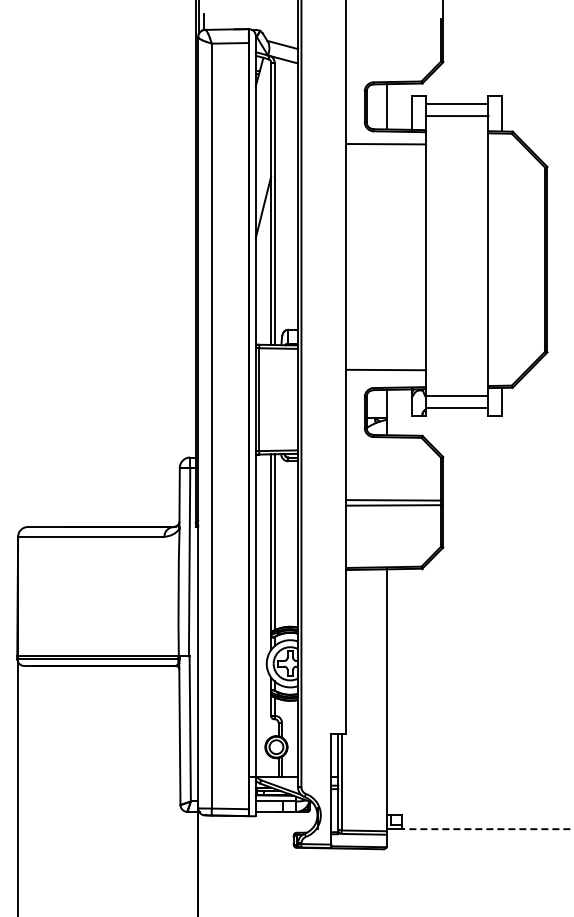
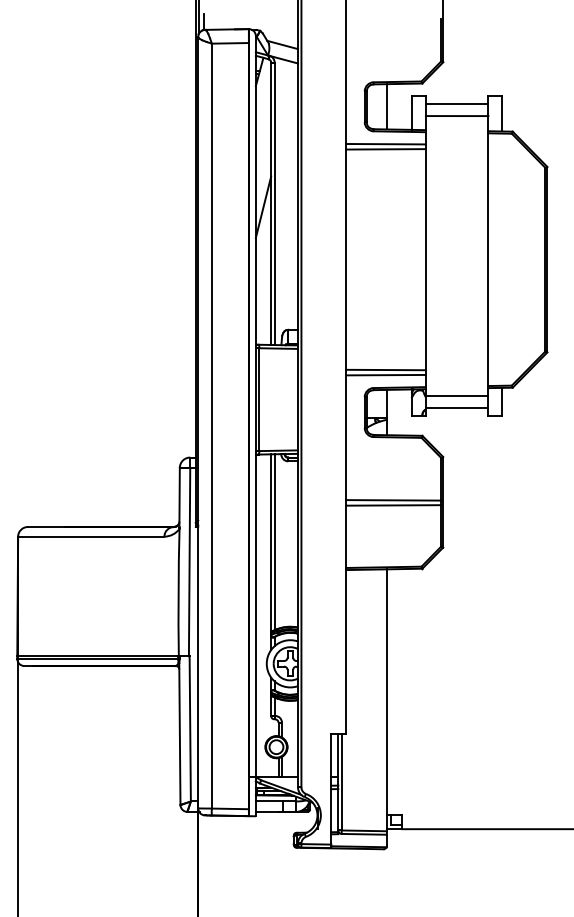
line at (385, 149): none -> present
line at (385, 374): none -> present
line at (487, 829): dashed -> solid
